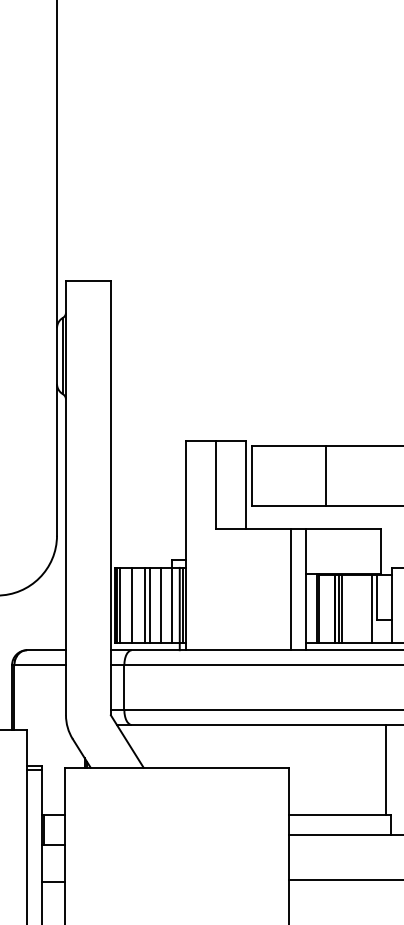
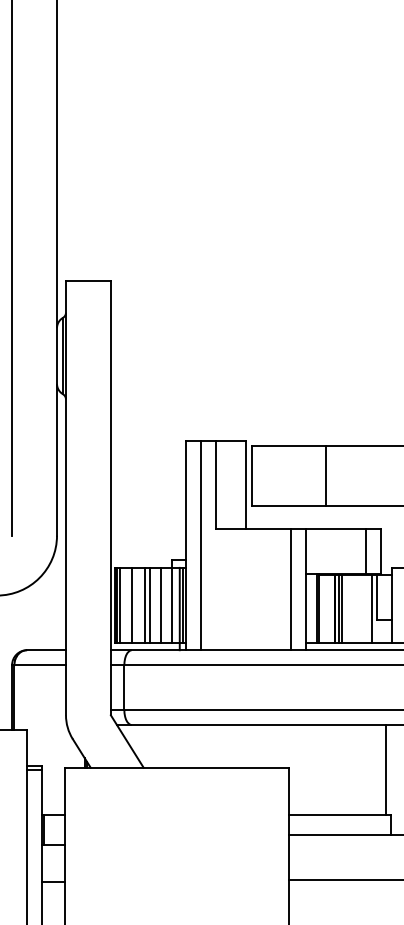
line at (12, 268): none -> present
line at (201, 545): none -> present
line at (365, 550): none -> present
